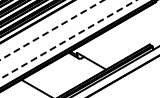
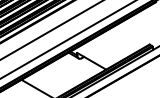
line at (52, 30): dashed -> solid
line at (68, 39): dashed -> solid
